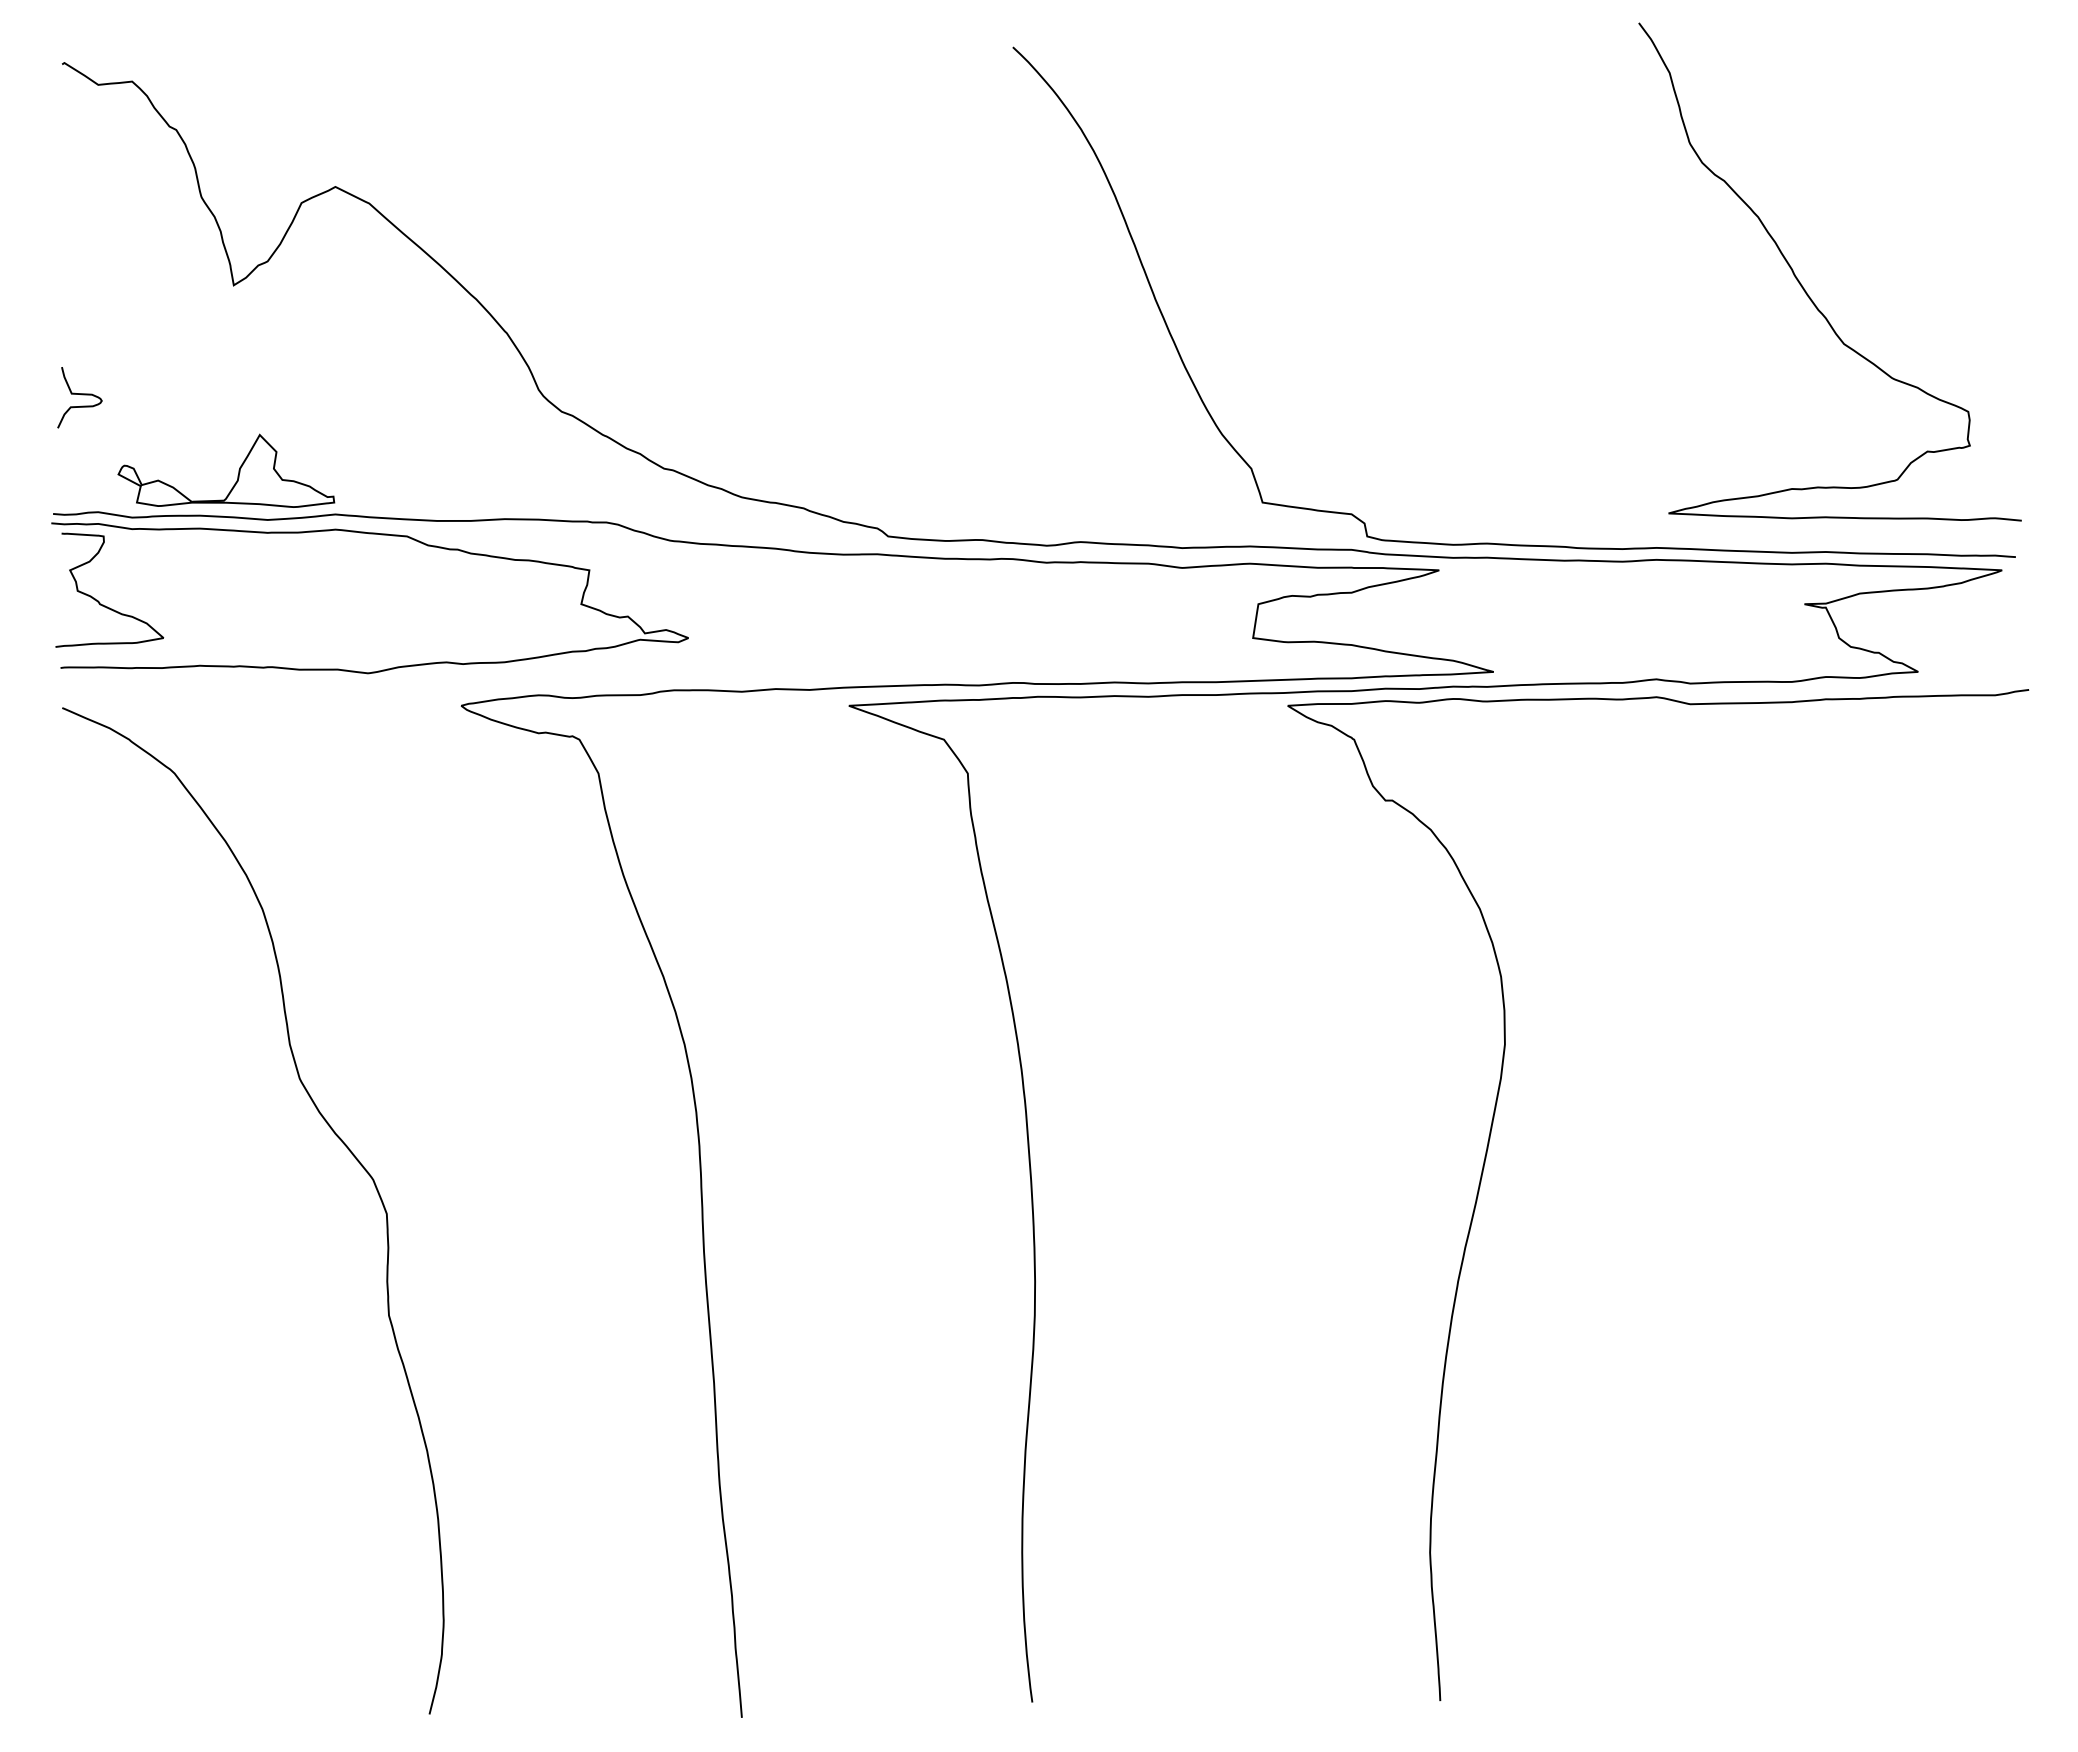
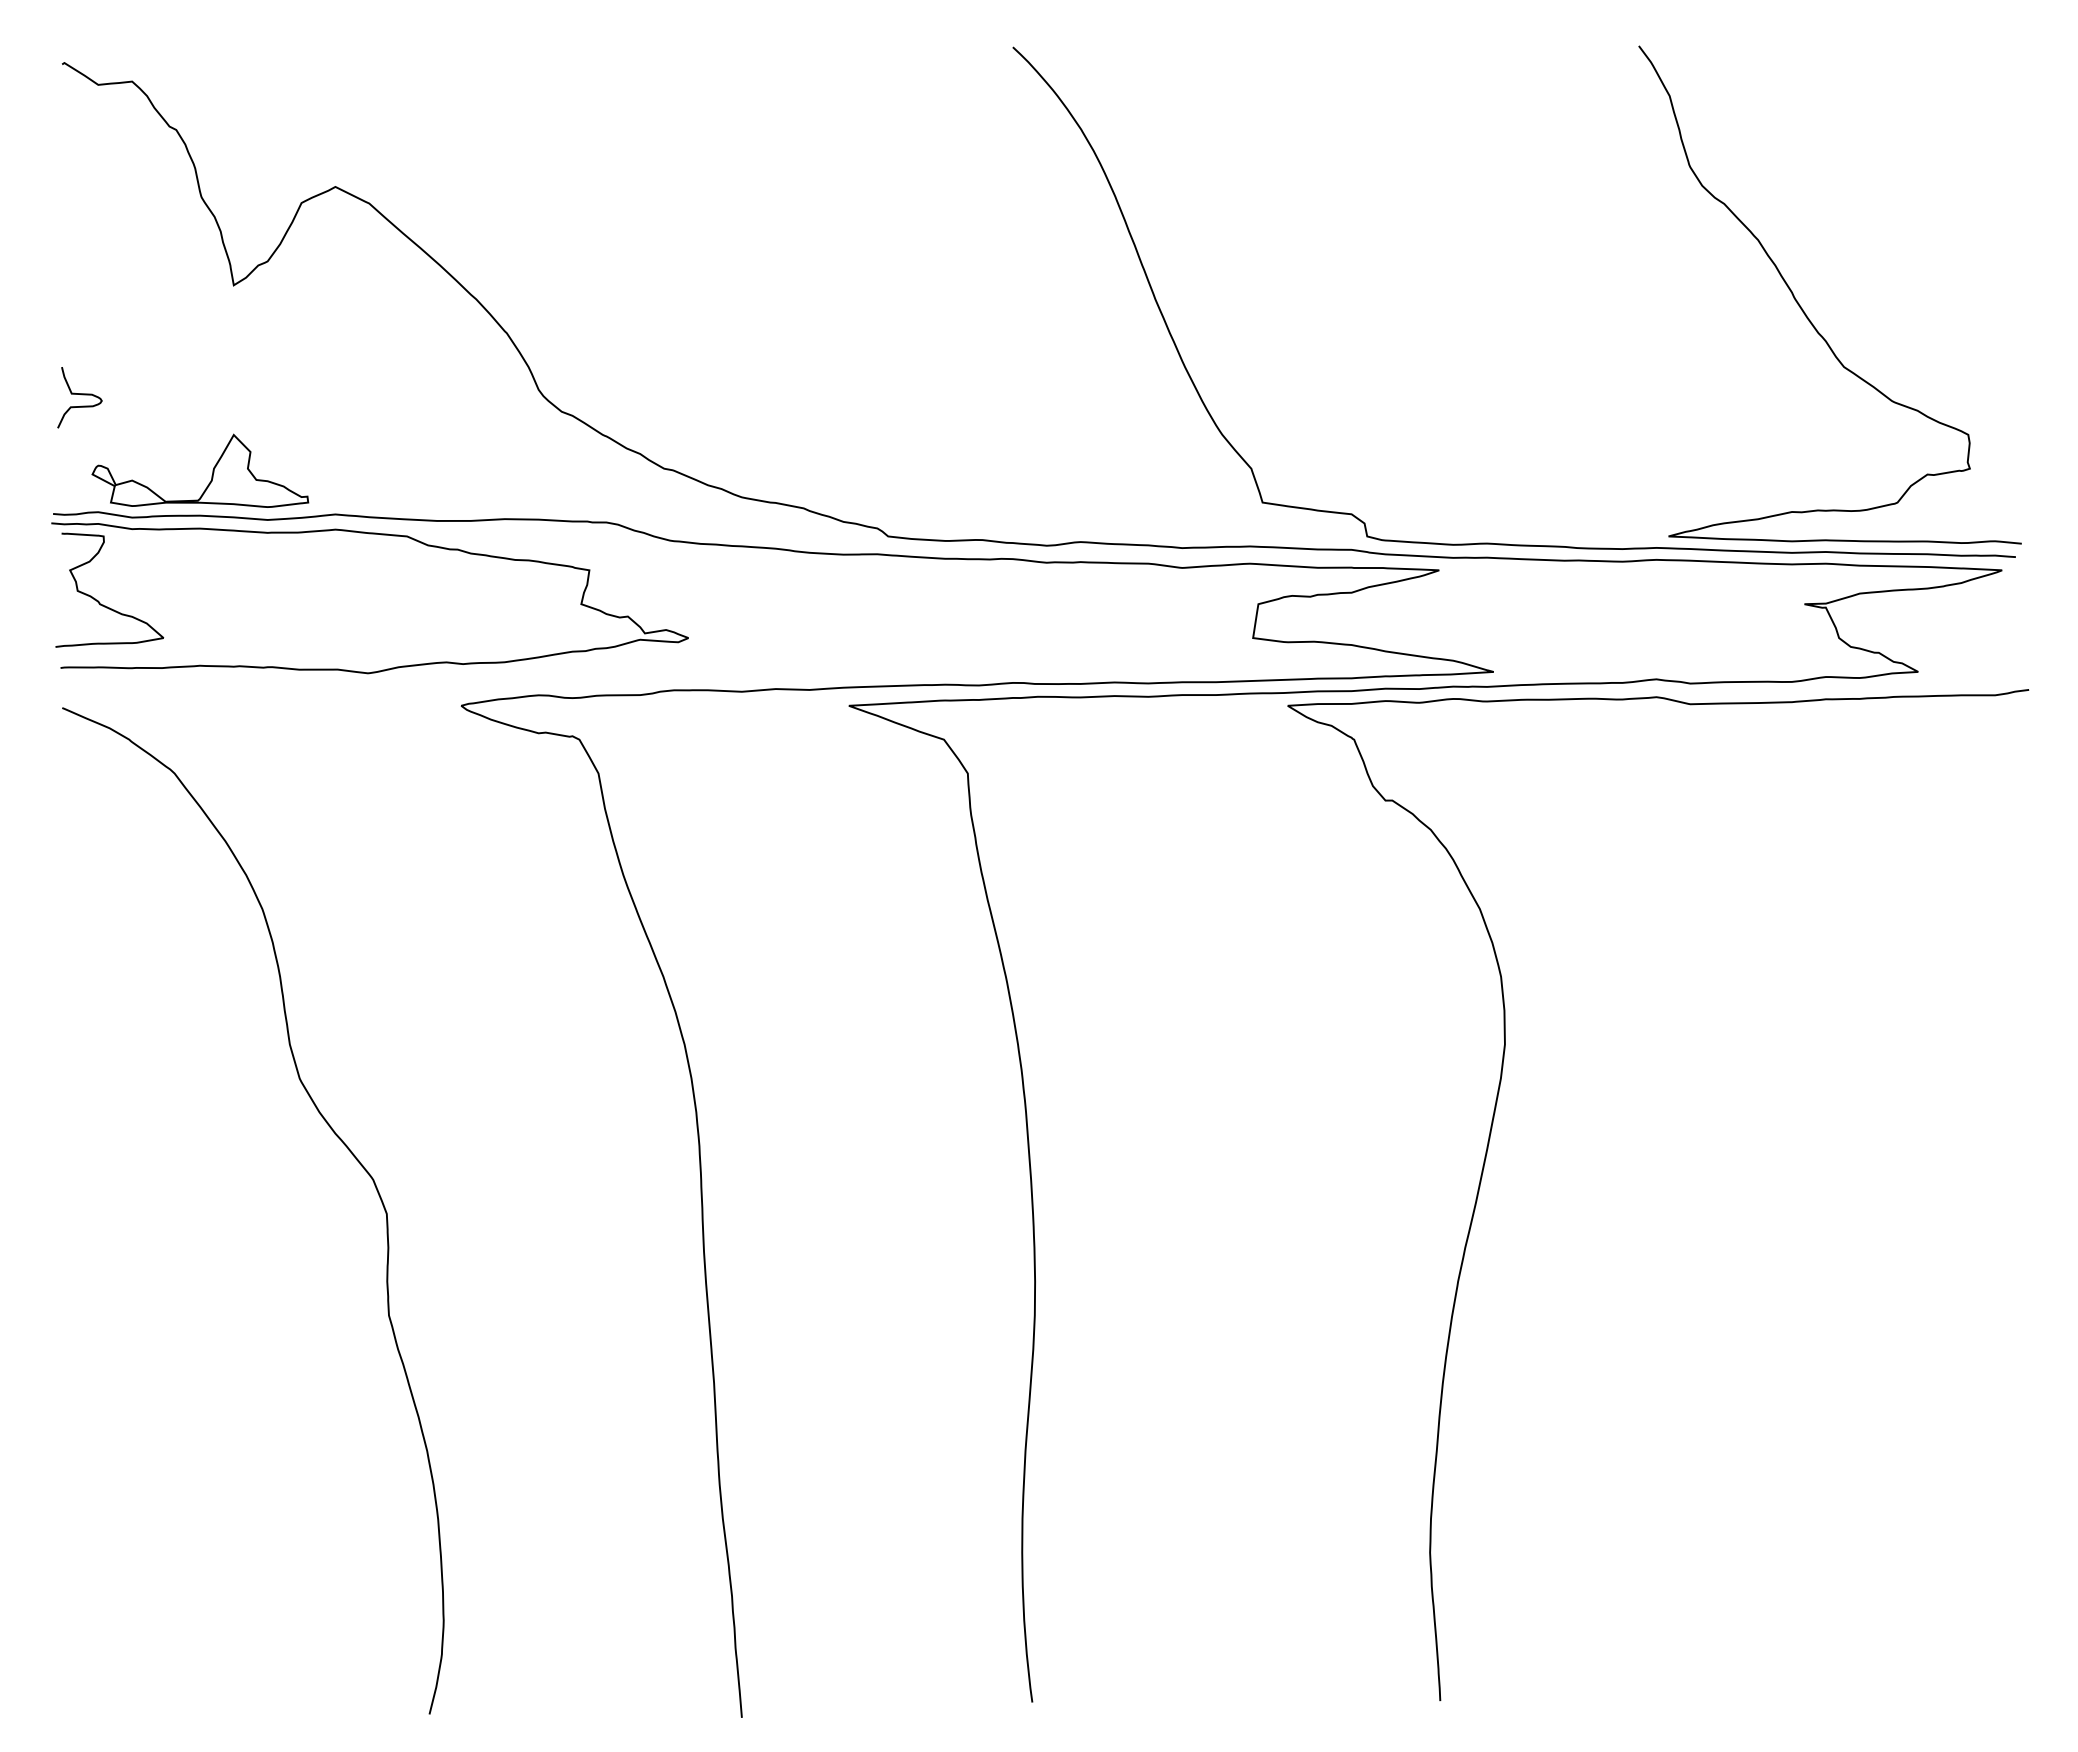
curve at (1805, 289) position: (1805, 289) -> (1805, 312)
part at (238, 470) position: (238, 470) -> (212, 470)
